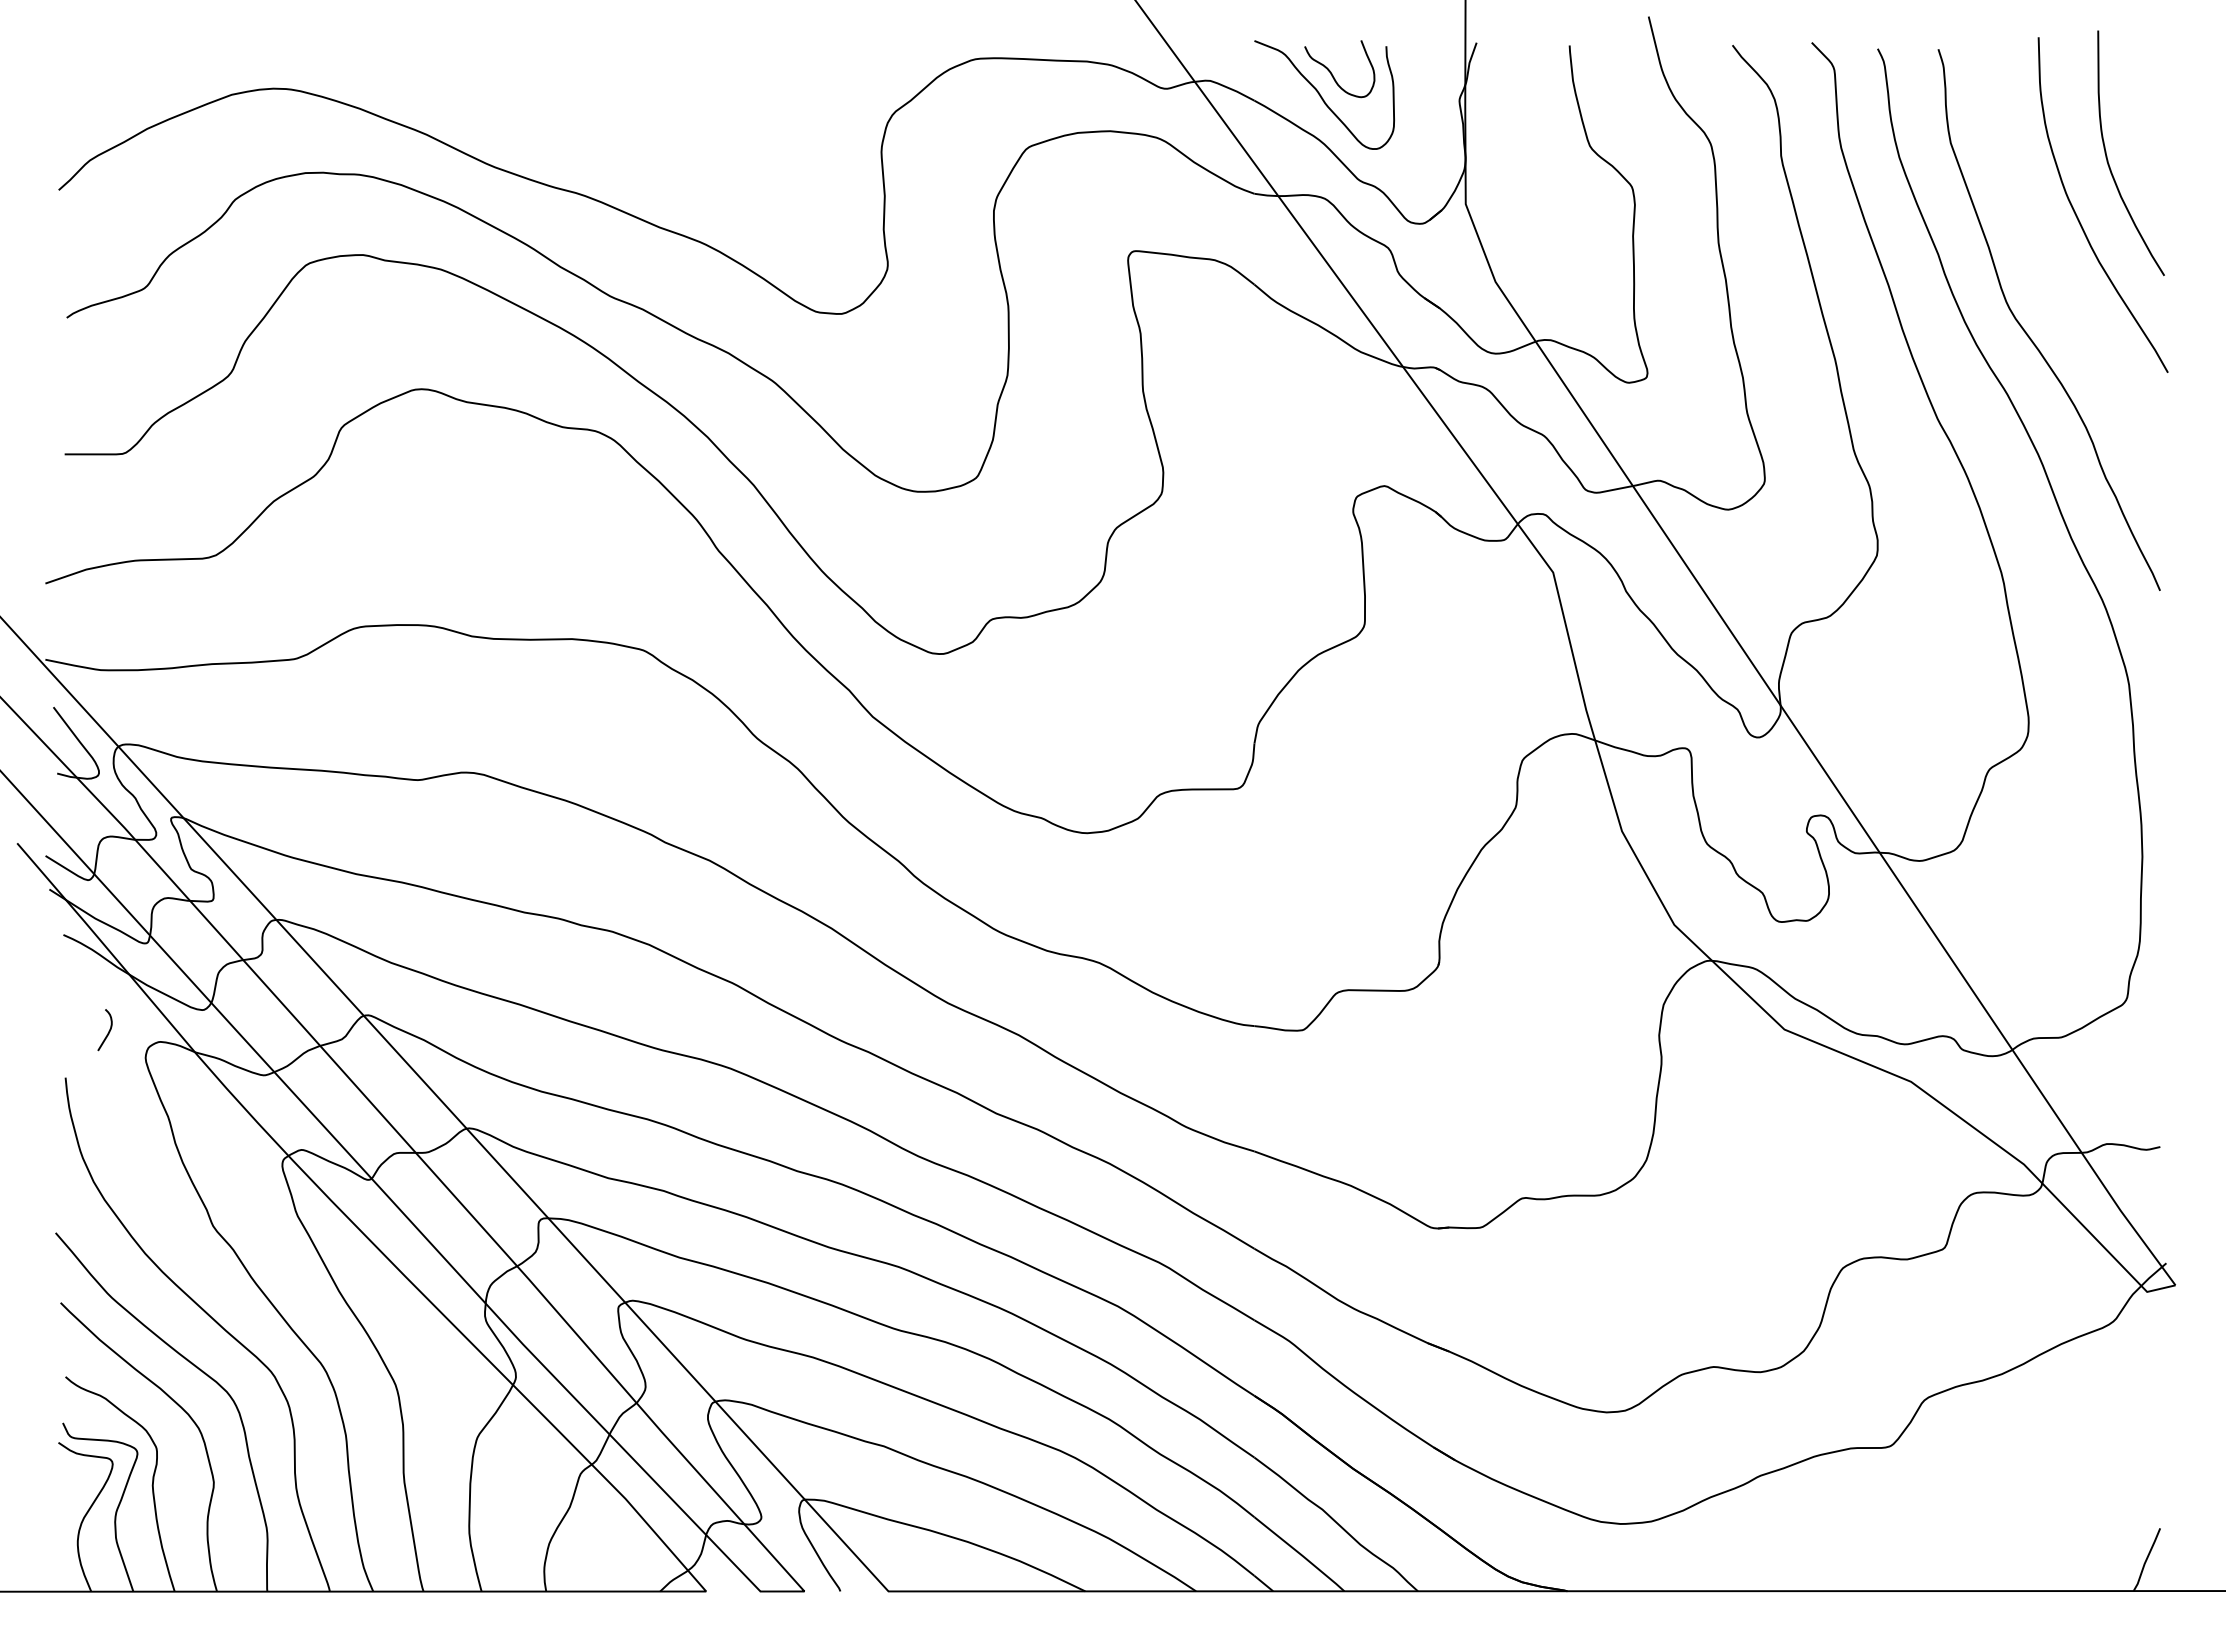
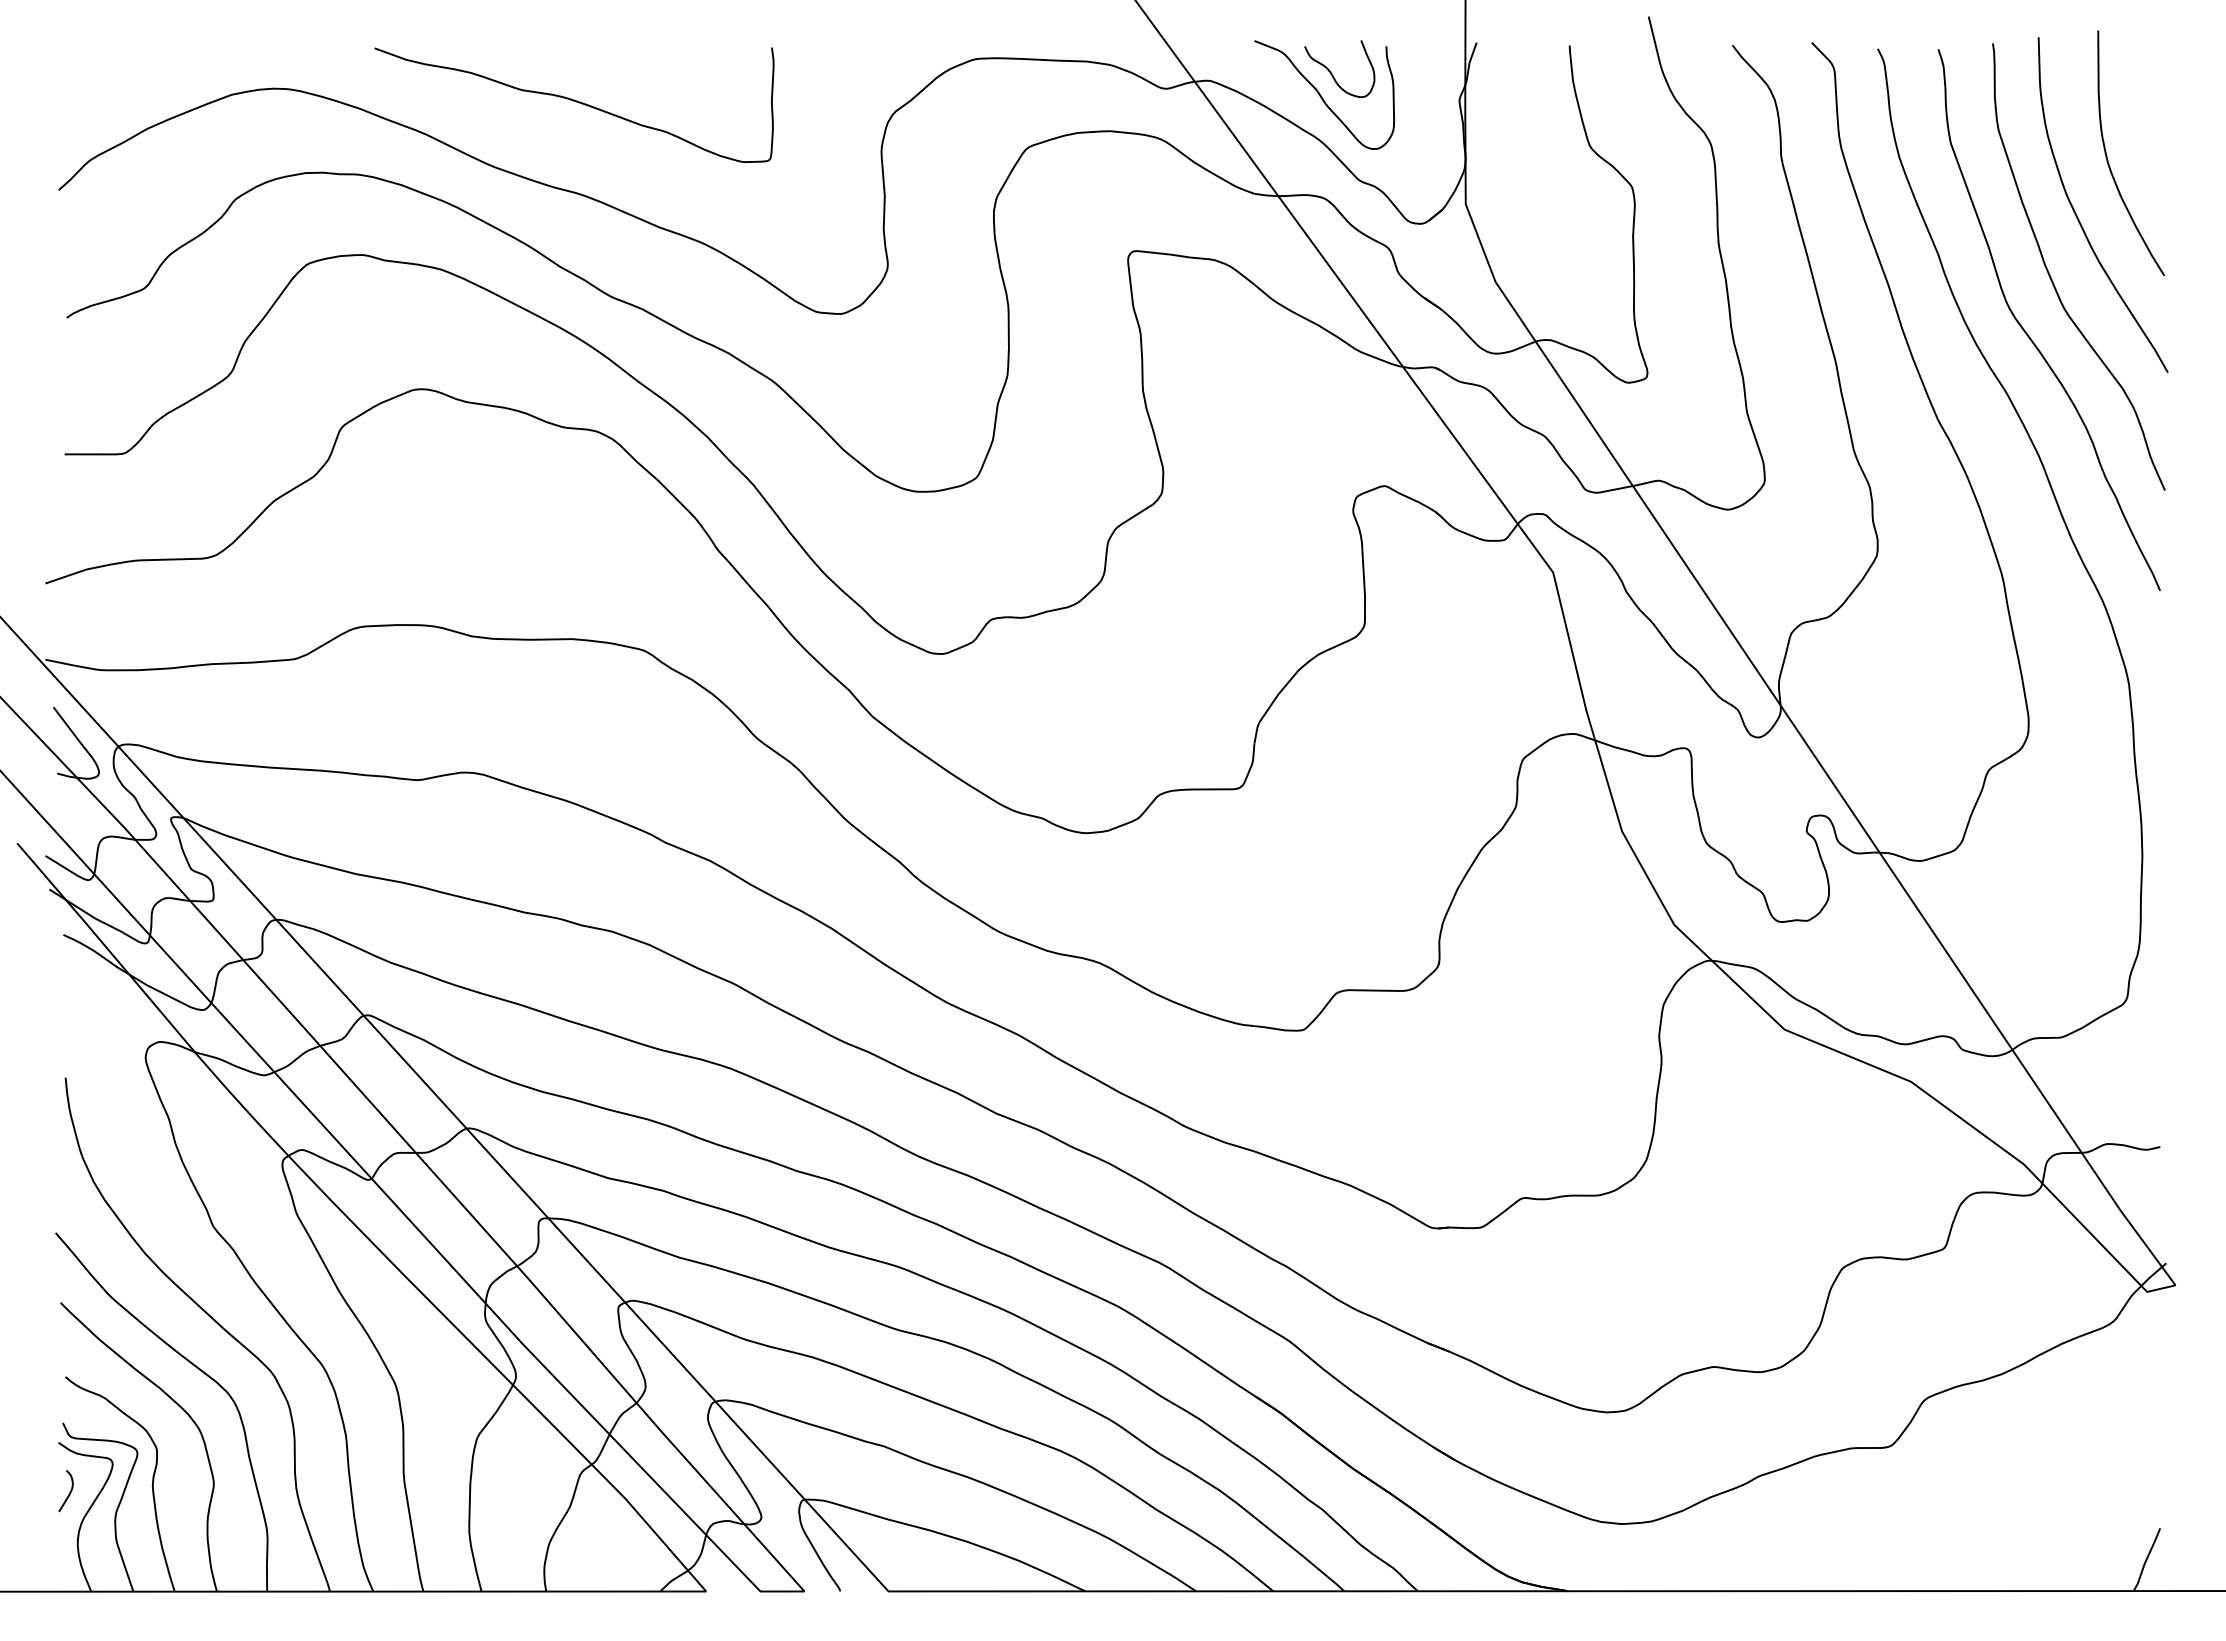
curve at (576, 102): none -> present
curve at (2052, 279): none -> present
curve at (108, 1031) position: (108, 1031) -> (69, 1492)
